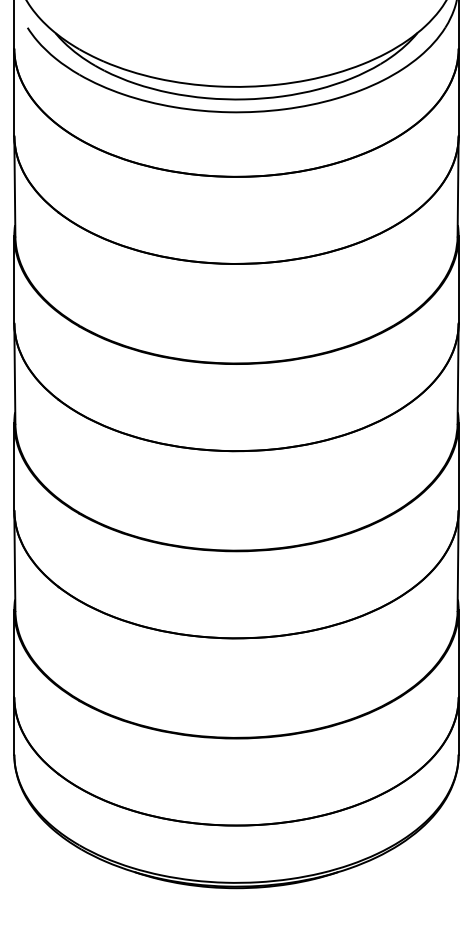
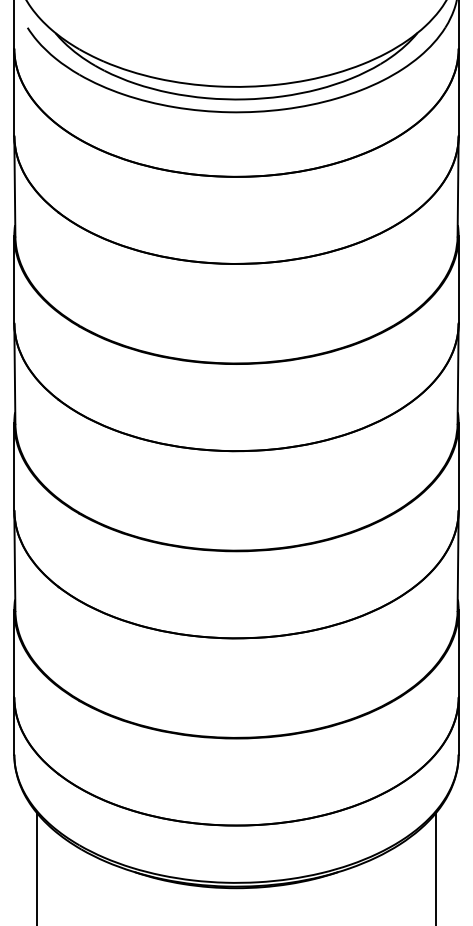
line at (36, 867): none -> present
line at (436, 867): none -> present
